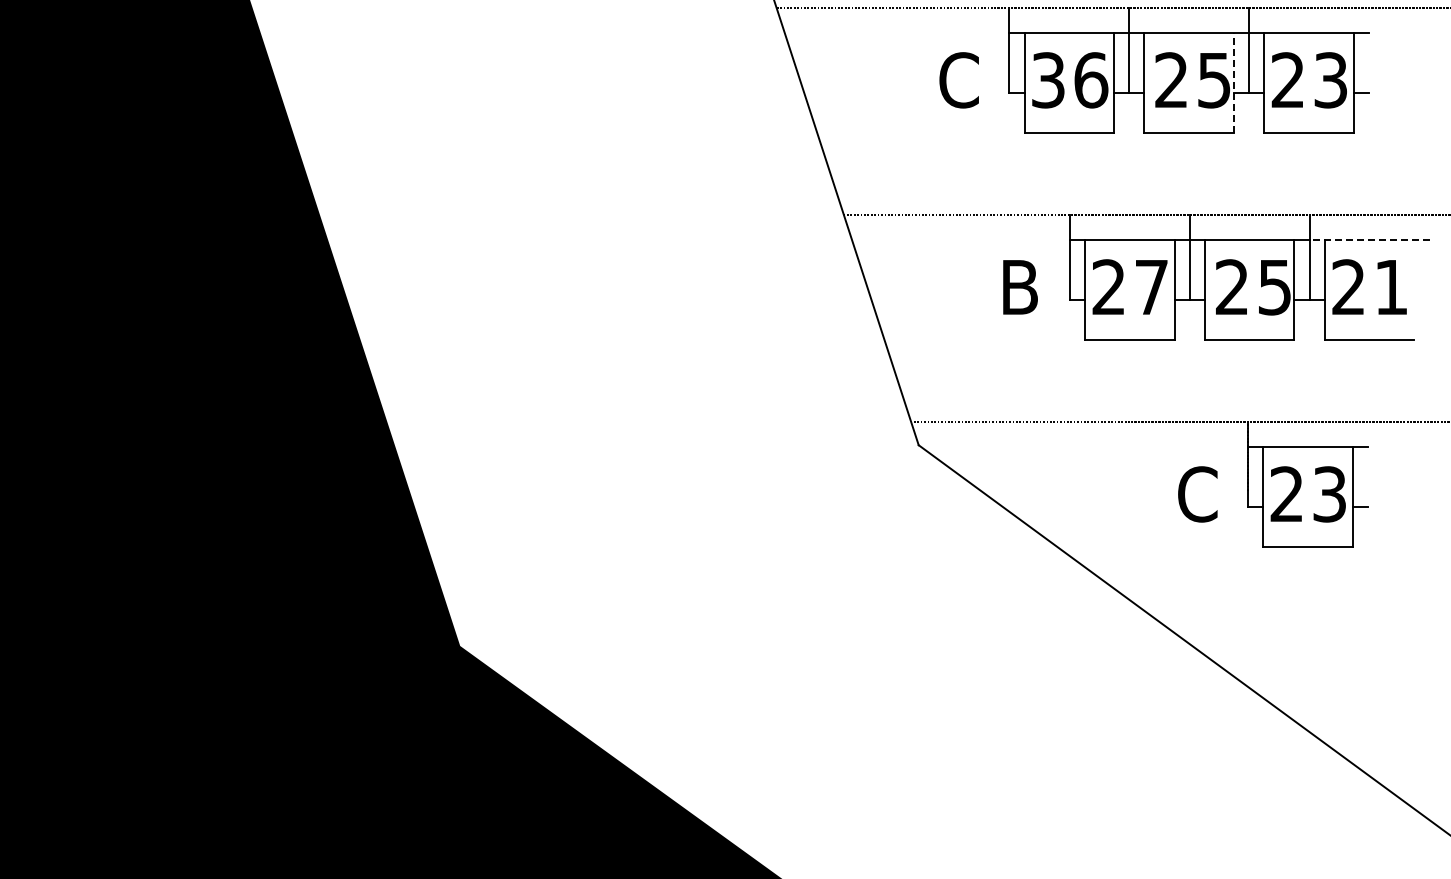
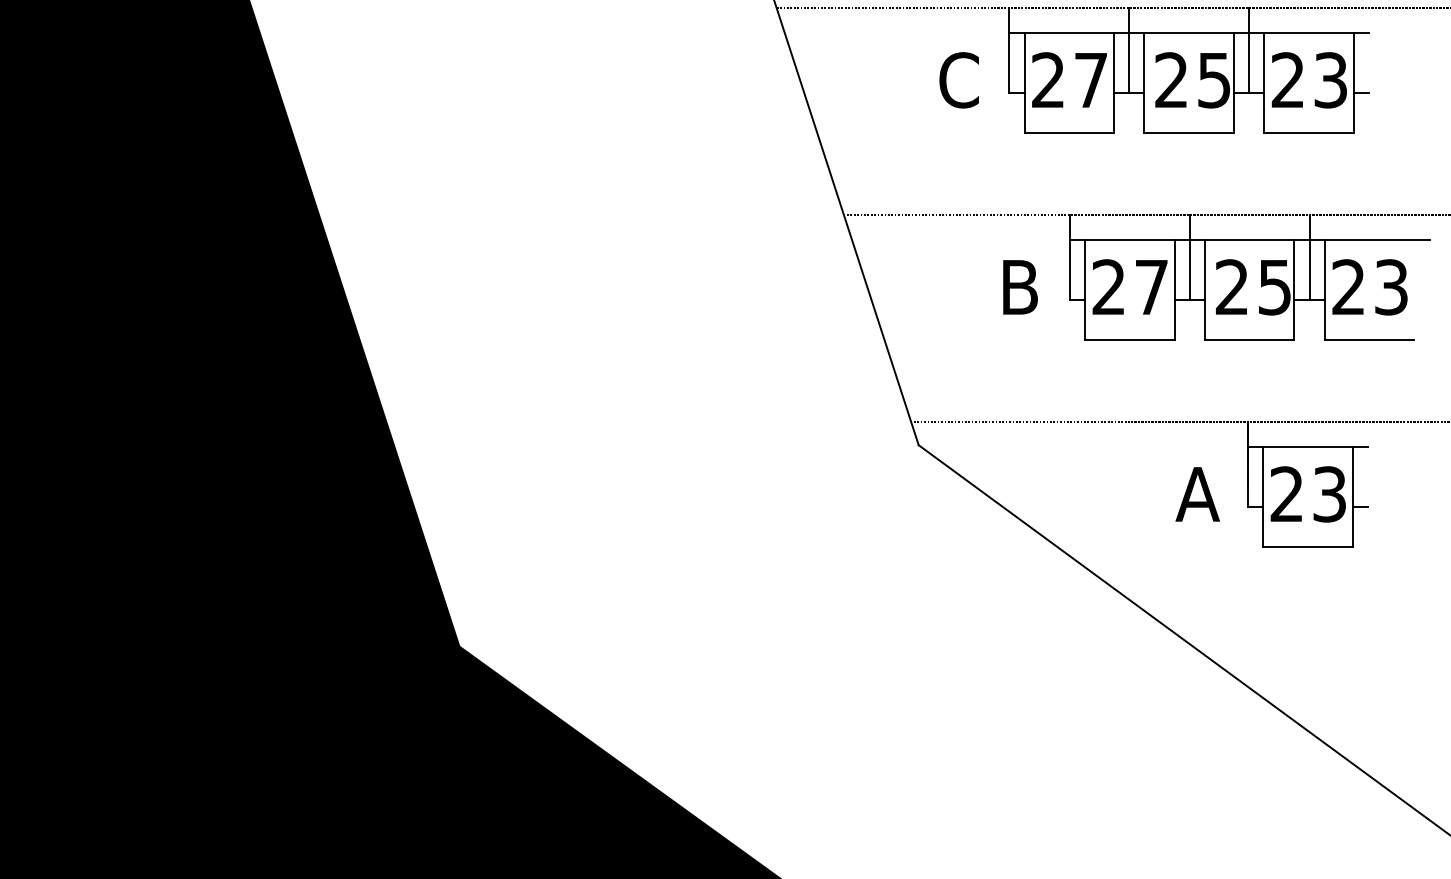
text at (1070, 80): 36 -> 27
line at (1233, 82): dashed -> solid
line at (1369, 239): dashed -> solid
text at (1391, 287): 21 -> 23
text at (1197, 494): C -> A
